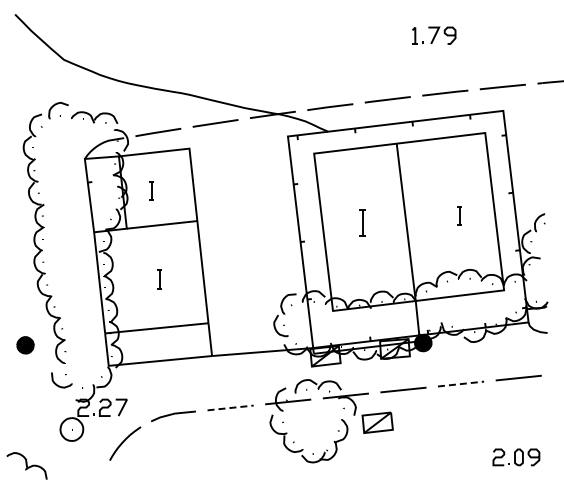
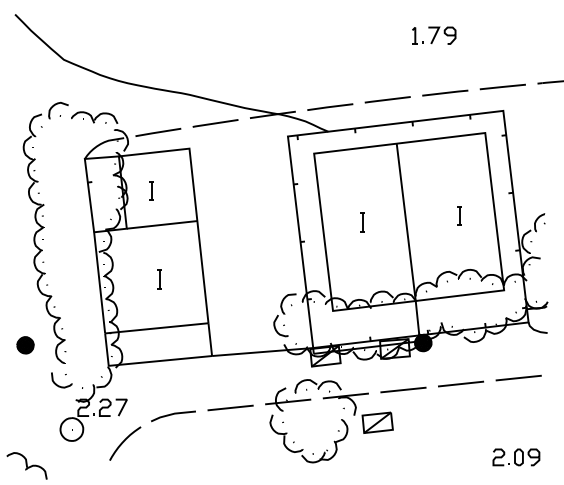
part at (362, 222) size: 7x28 px -> 5x21 px
line at (461, 384): dashed -> solid
line at (231, 407): dashed -> solid
